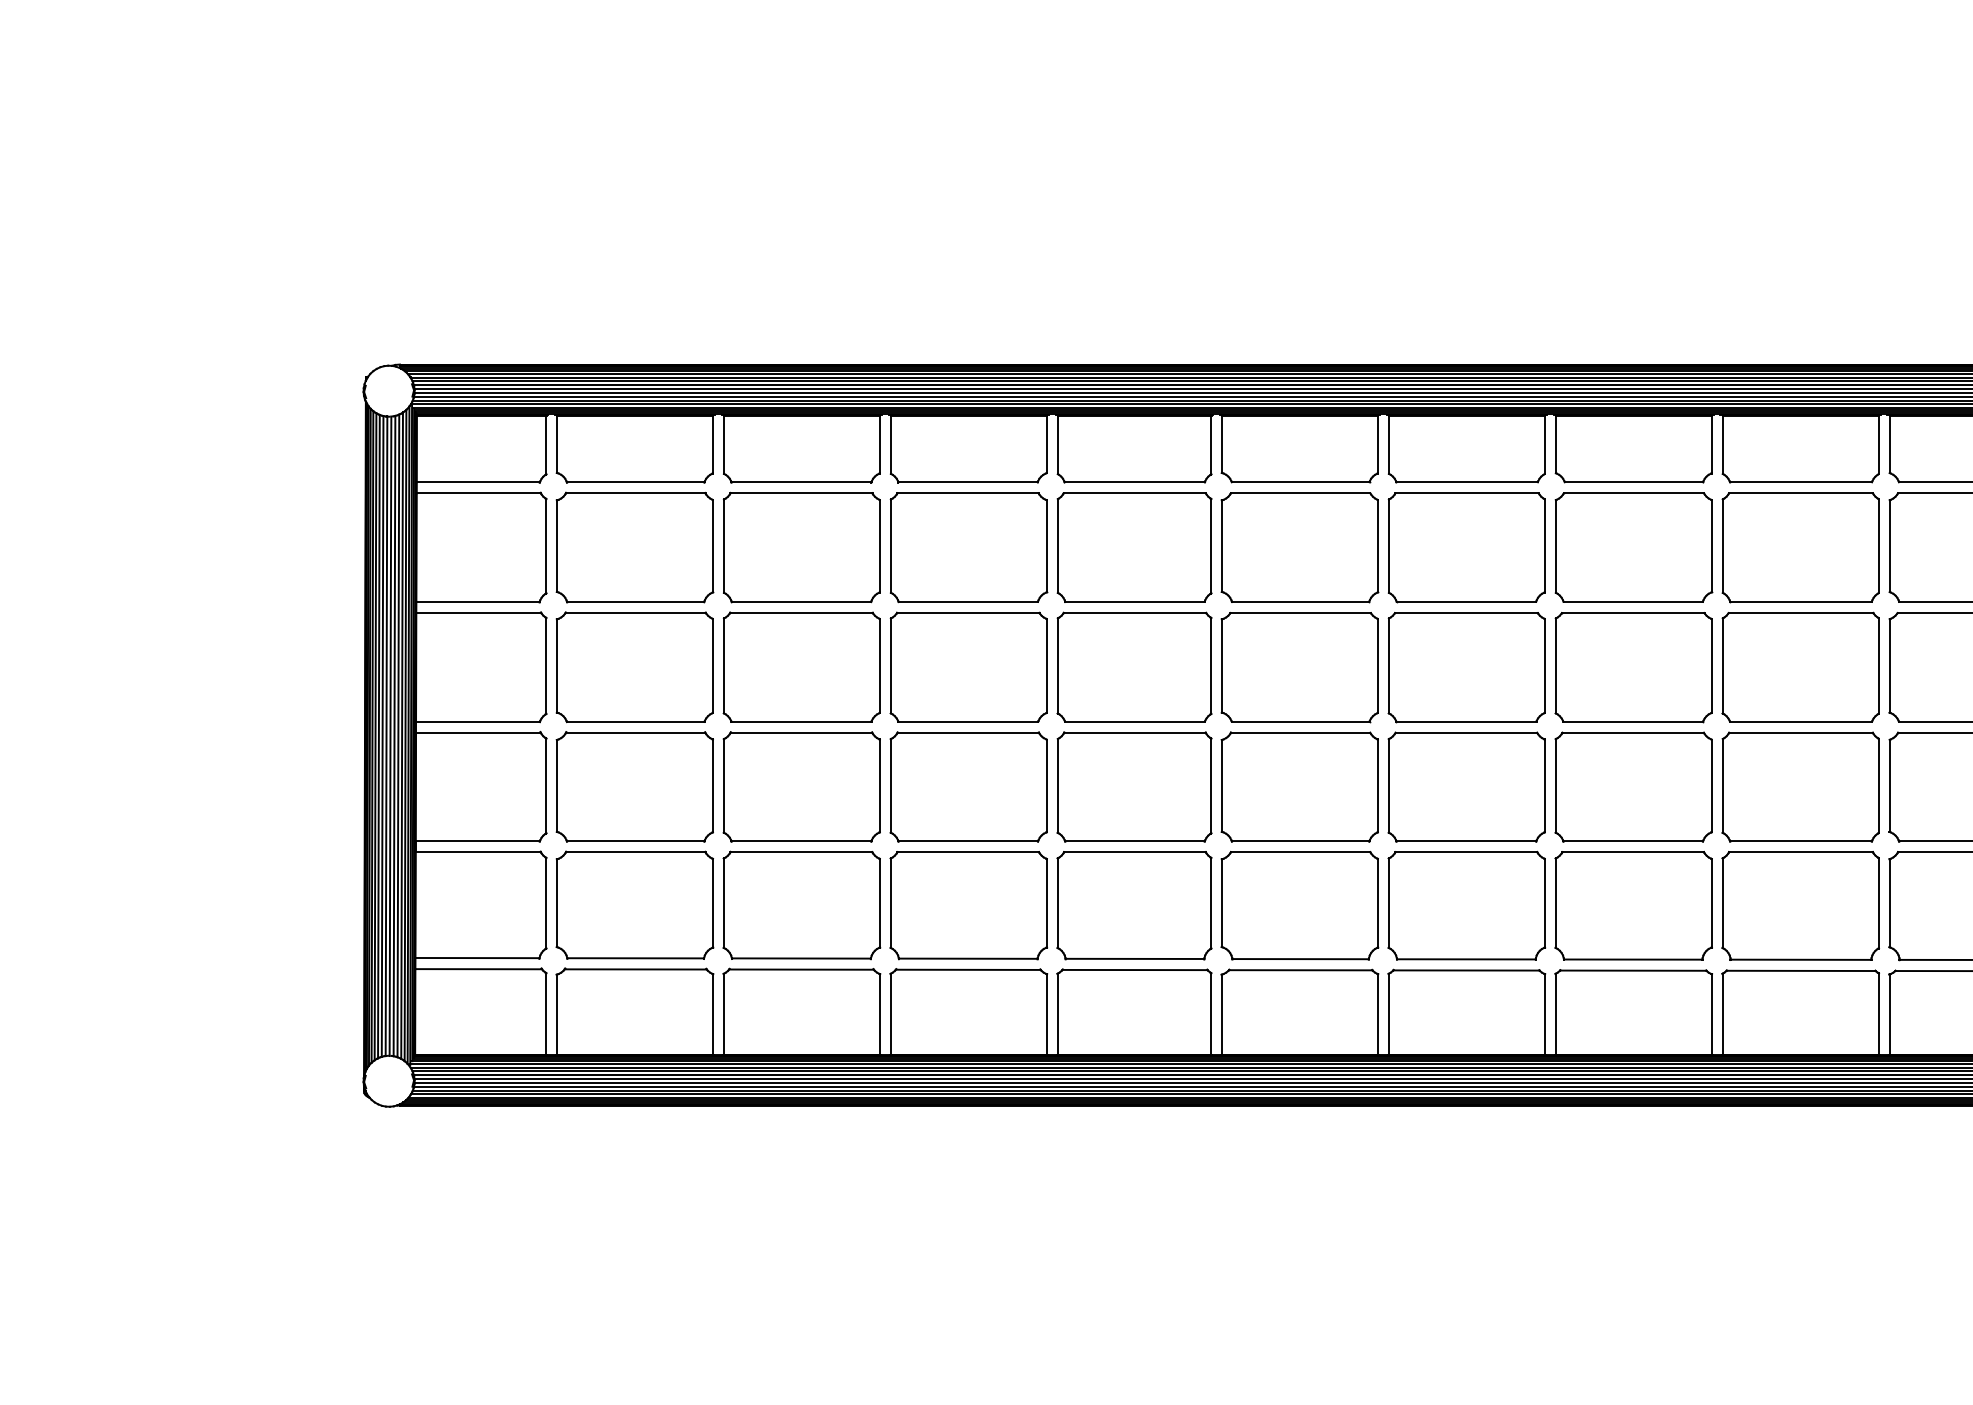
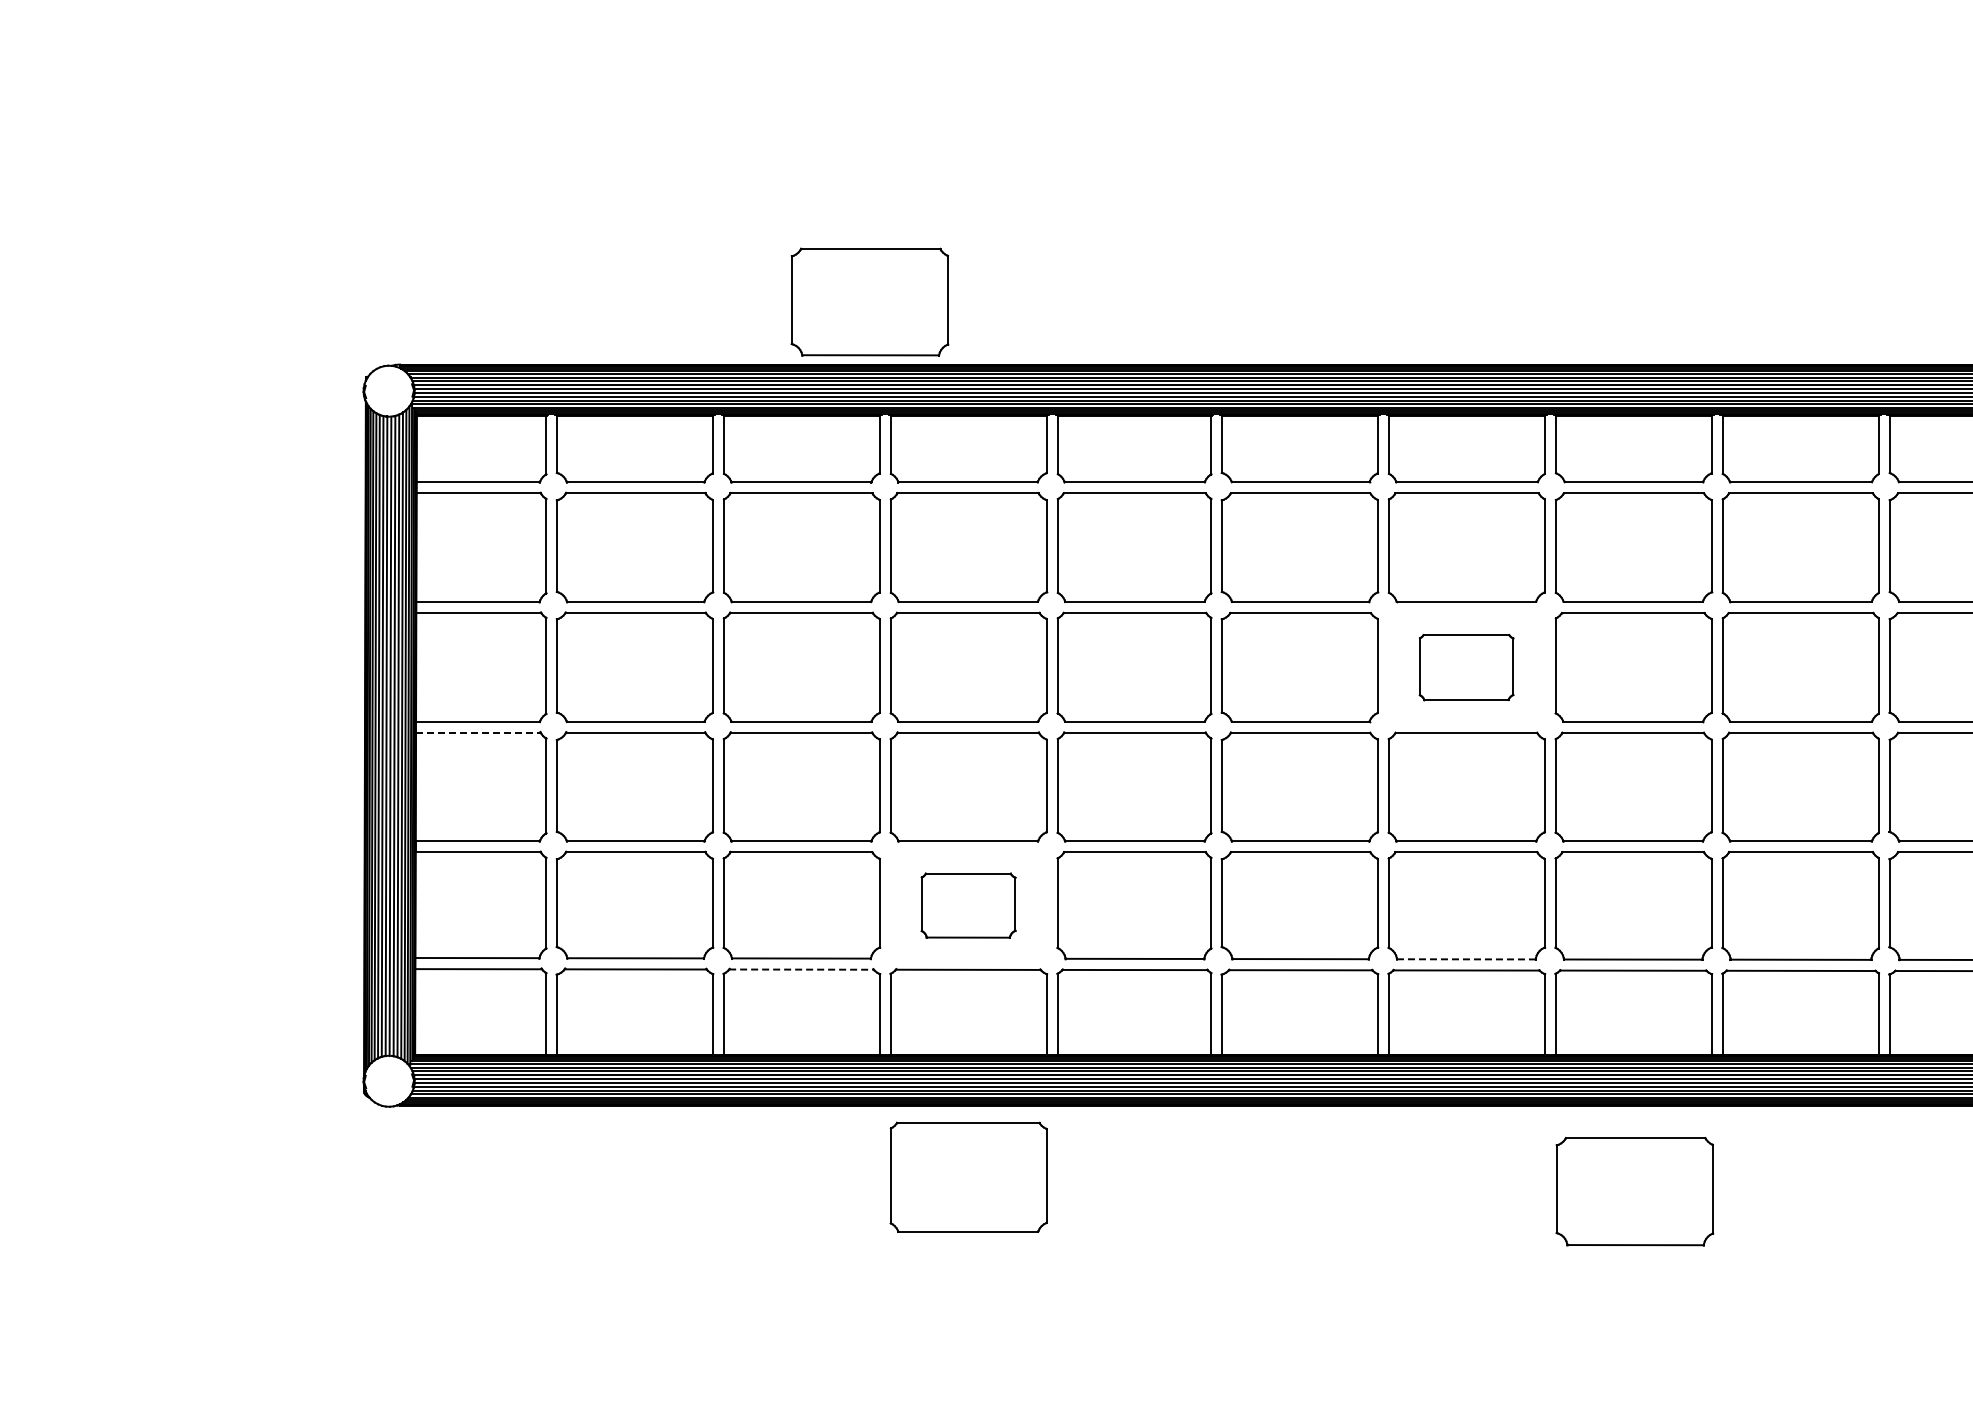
part at (869, 301): none -> present
part at (1466, 667) size: 159x112 px -> 97x68 px
line at (478, 732): solid -> dashed
part at (968, 905) size: 159x110 px -> 97x67 px
line at (1466, 959): solid -> dashed
line at (802, 969): solid -> dashed
part at (968, 1176): none -> present
part at (1634, 1191): none -> present
